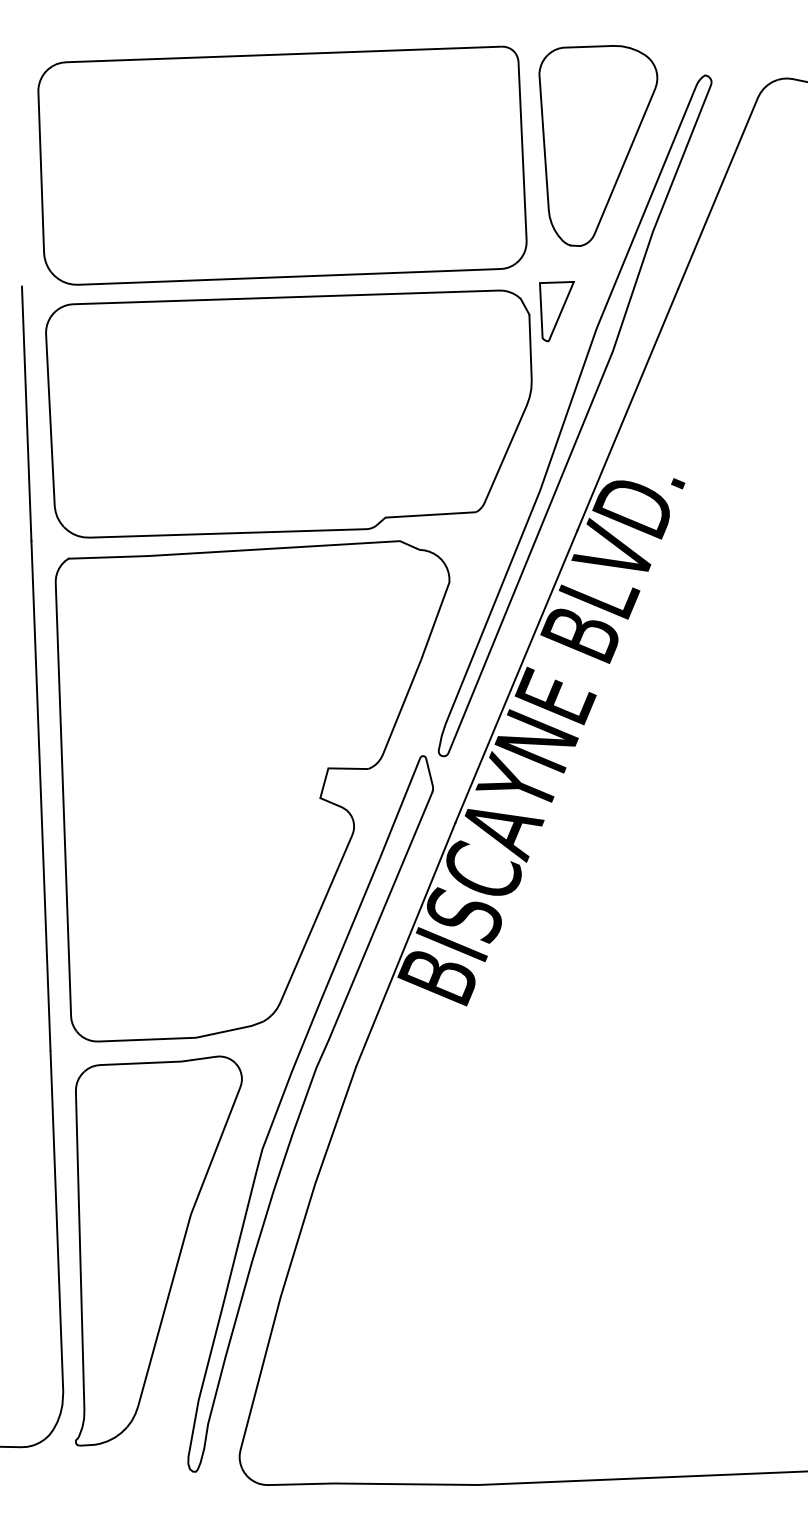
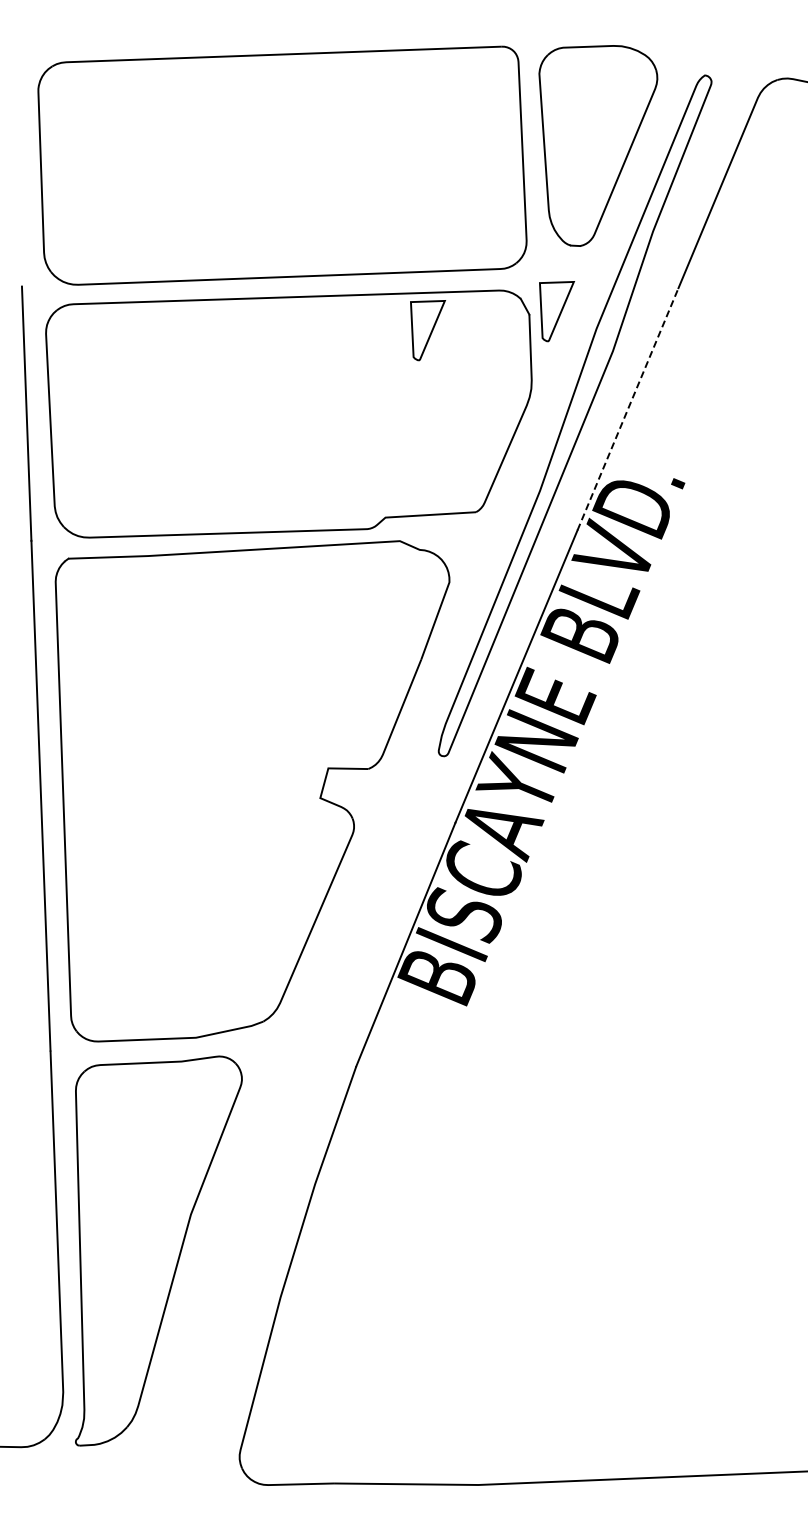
part at (428, 330): none -> present
line at (627, 409): solid -> dashed
part at (302, 1110): present -> none
